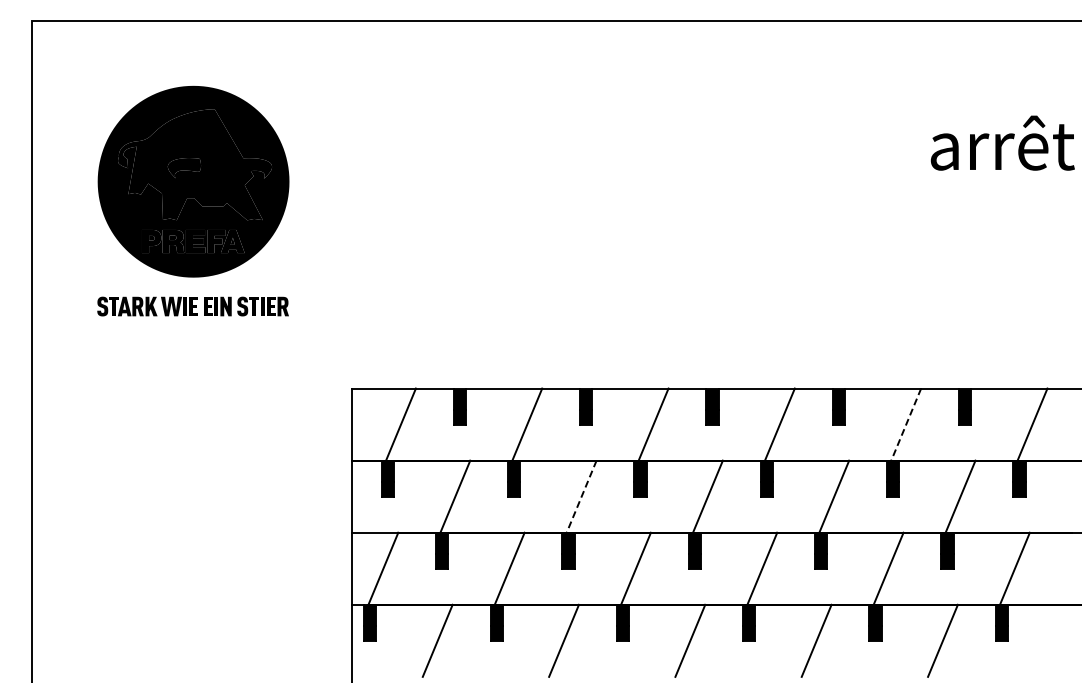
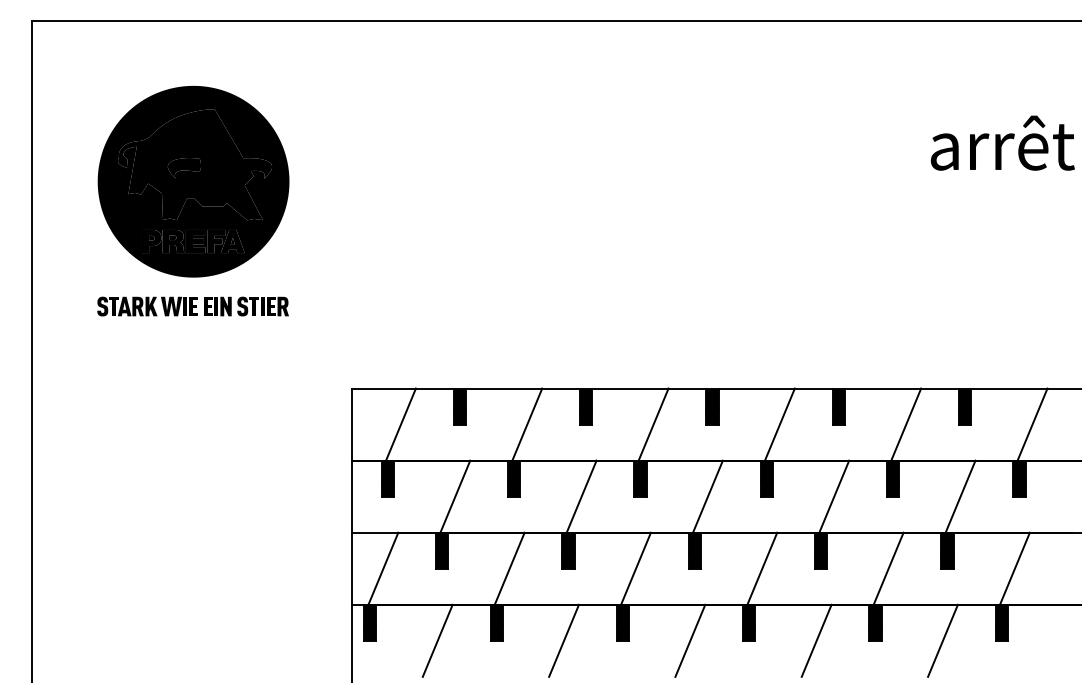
line at (906, 425): dashed -> solid
line at (581, 497): dashed -> solid
